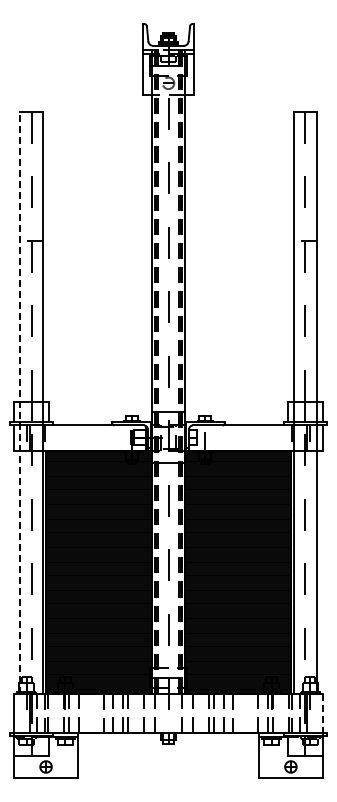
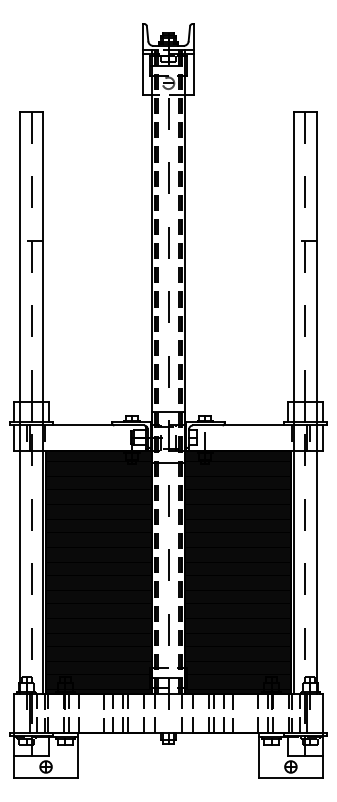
line at (19, 402): dashed -> solid
line at (323, 714): dashed -> solid
